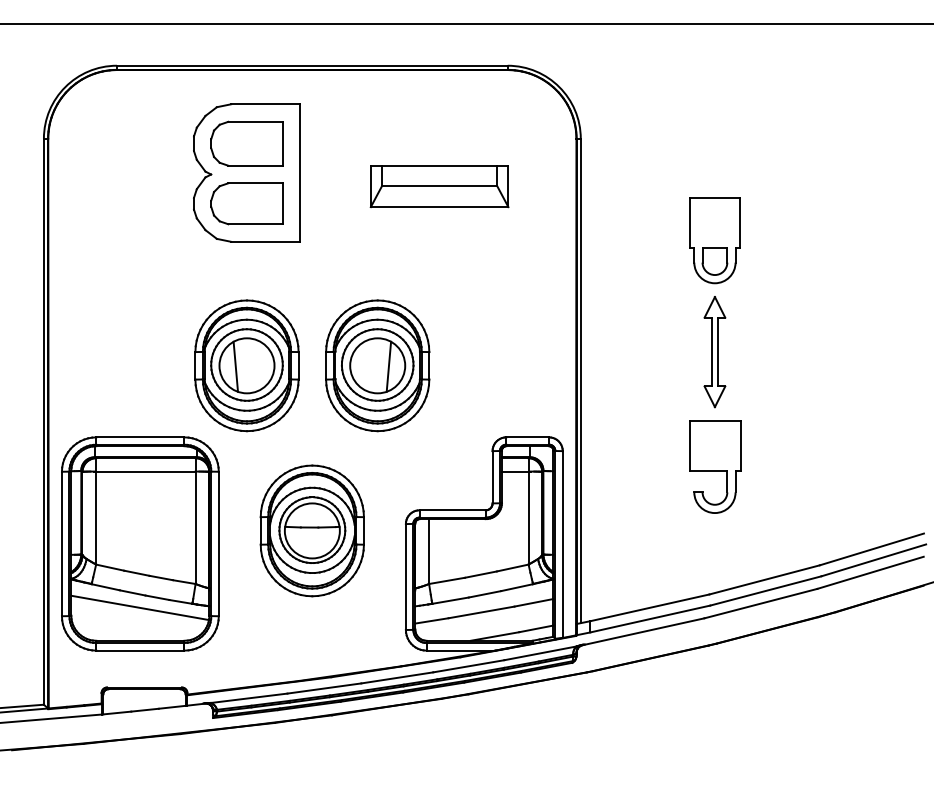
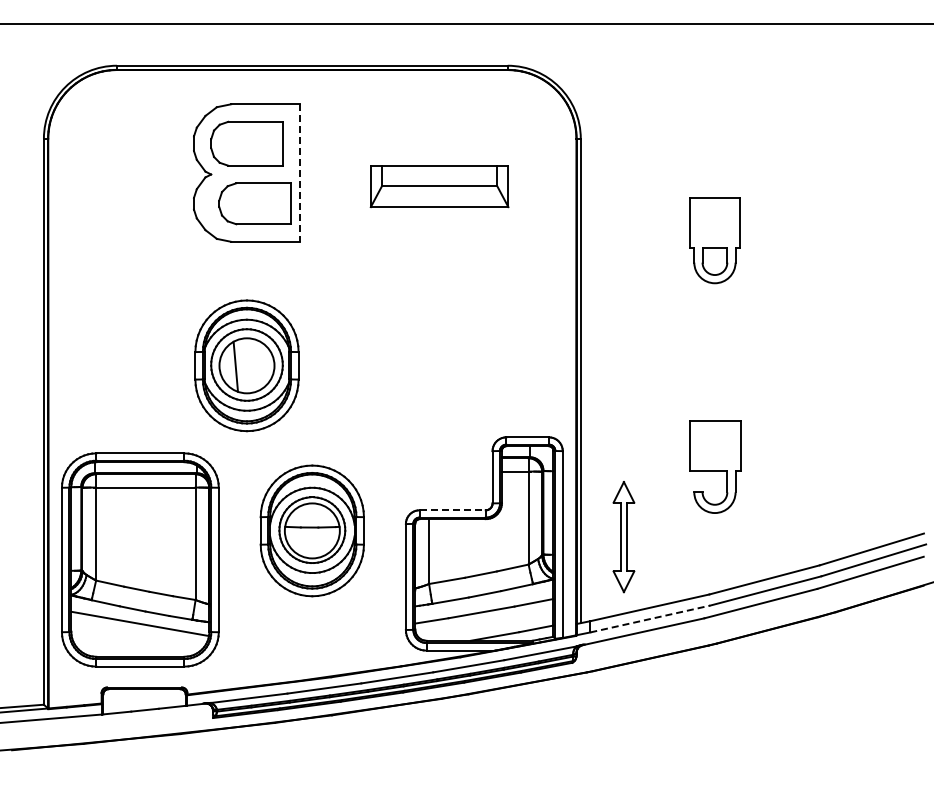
line at (300, 173): solid -> dashed
part at (246, 203) position: (246, 203) -> (254, 203)
part at (714, 352) position: (714, 352) -> (623, 537)
part at (377, 365): present -> none
line at (453, 510): solid -> dashed
part at (140, 543) position: (140, 543) -> (140, 559)
line at (650, 618): solid -> dashed
